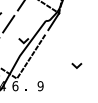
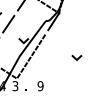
line at (75, 65) position: (75, 65) -> (75, 57)
text at (15, 86): 6 -> 3
